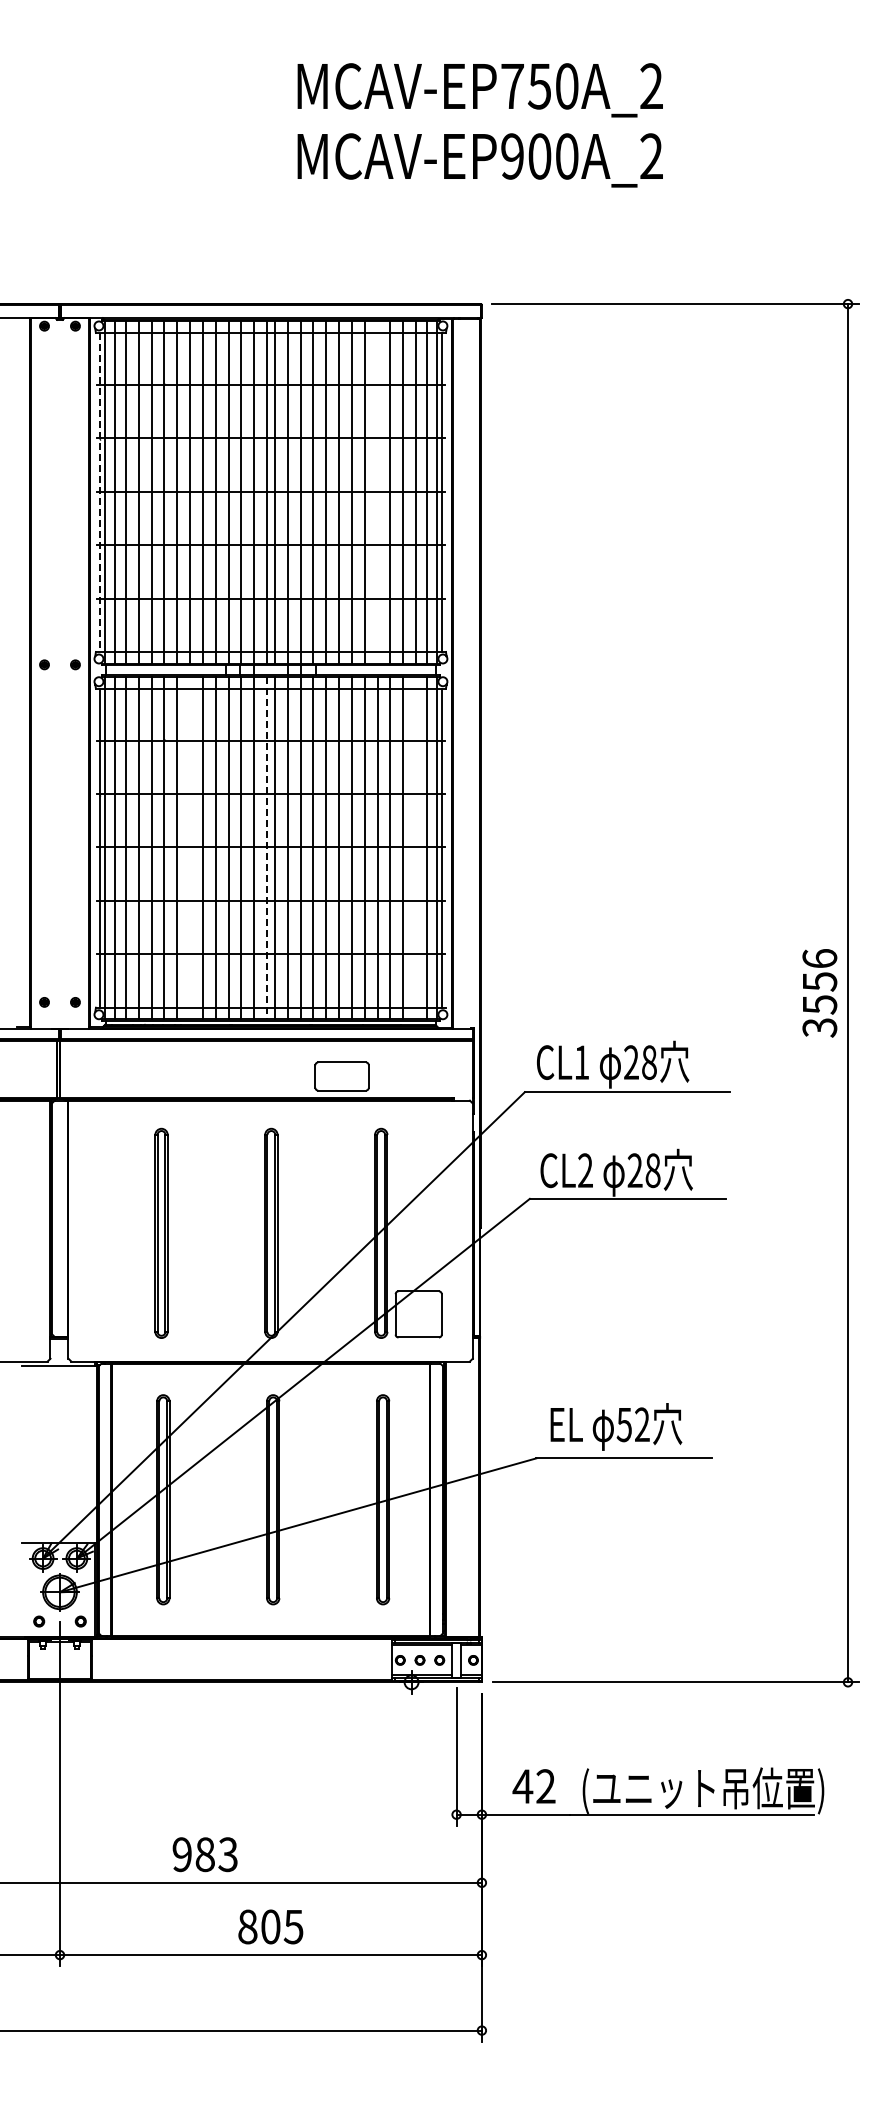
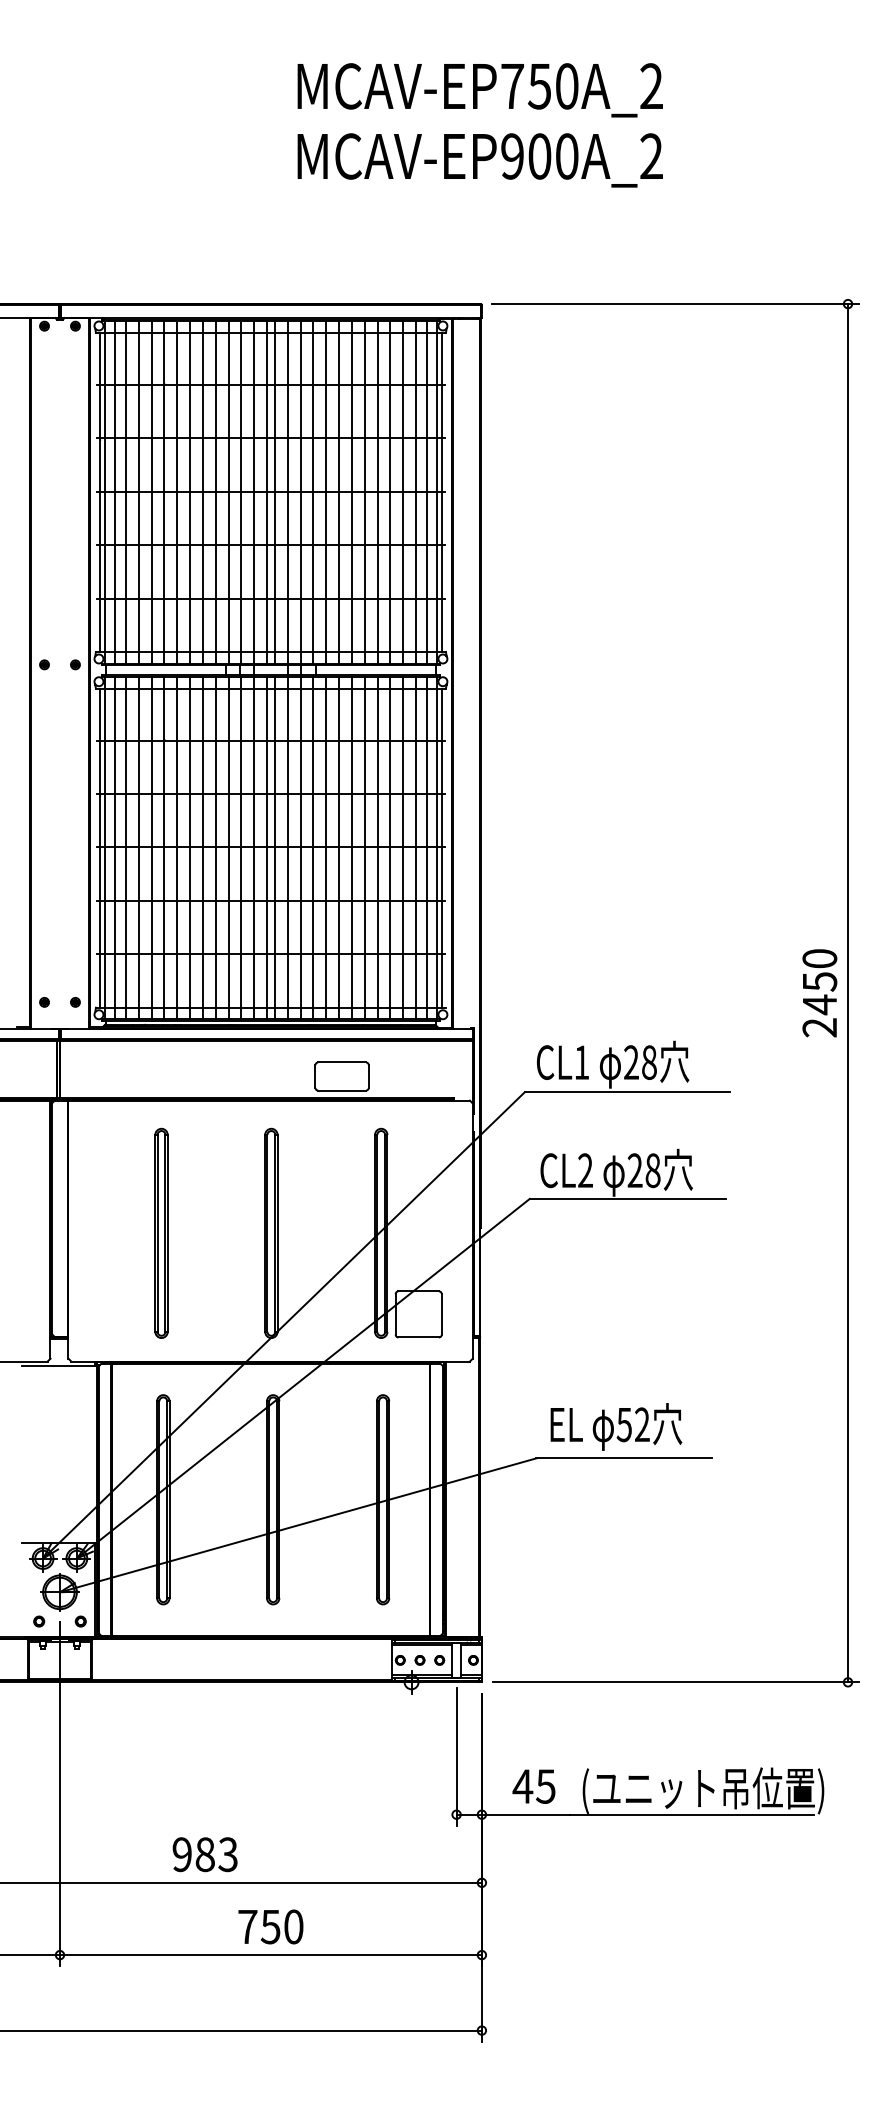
line at (99, 492): dashed -> solid
line at (377, 492): none -> present
line at (190, 848): none -> present
line at (267, 848): dashed -> solid
line at (415, 848): none -> present
text at (819, 993): 3556 -> 2450
text at (545, 1786): 42 -> 45
text at (270, 1926): 805 -> 750
